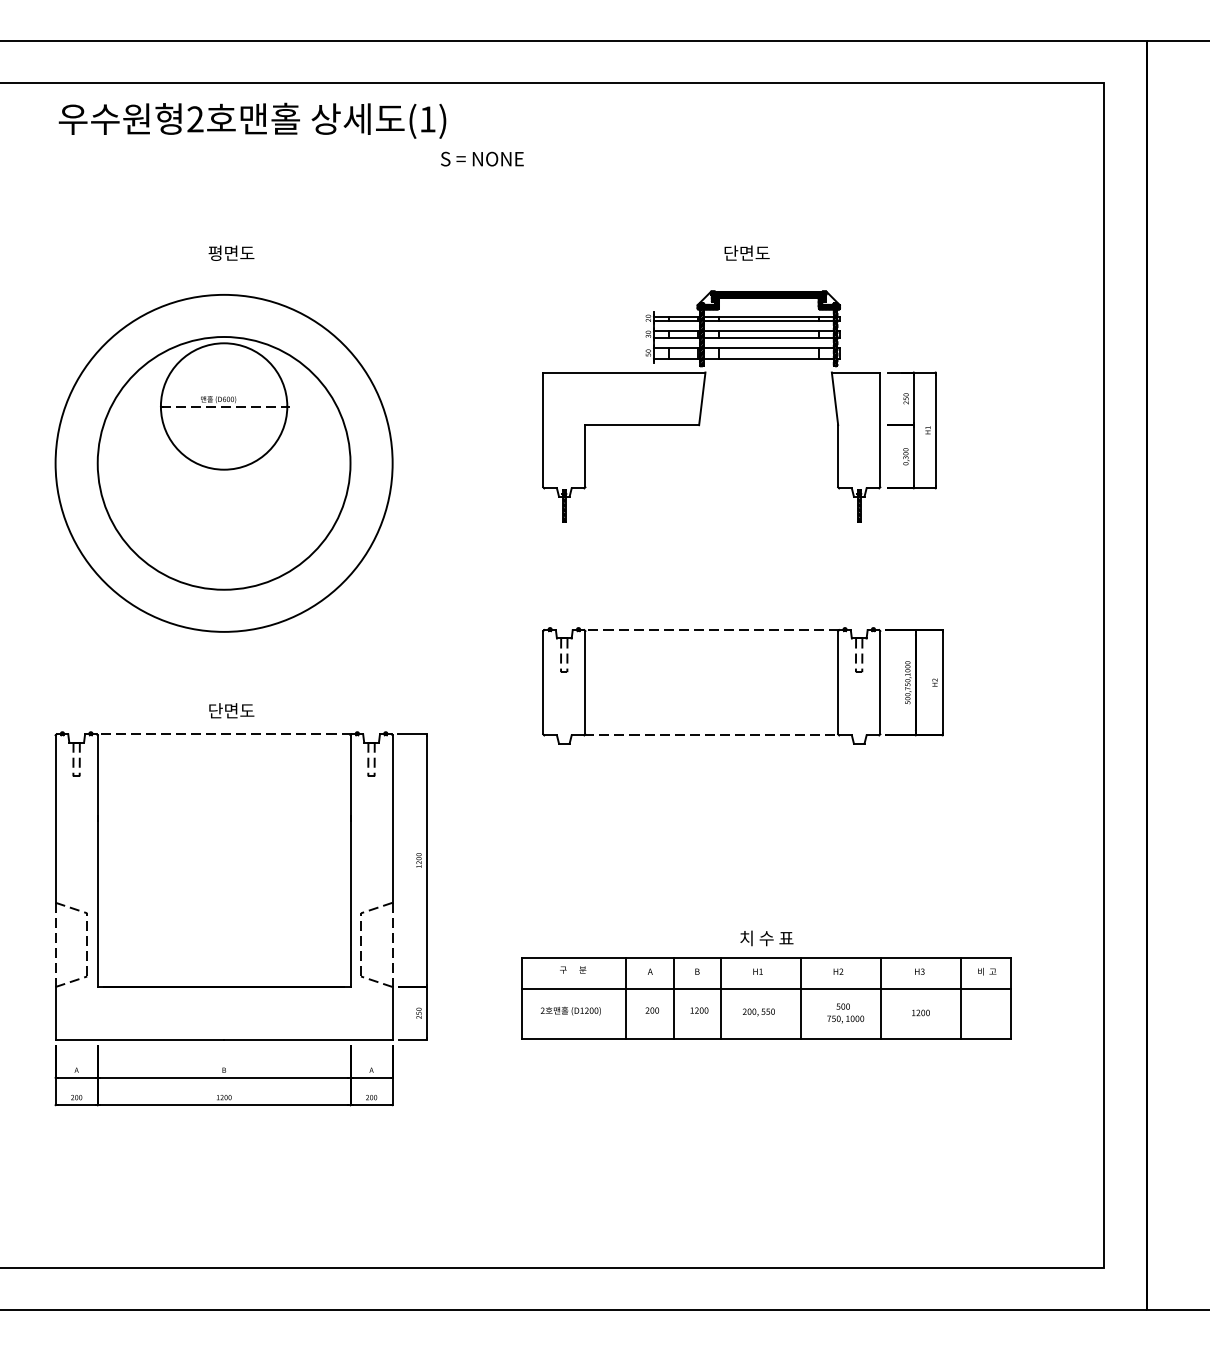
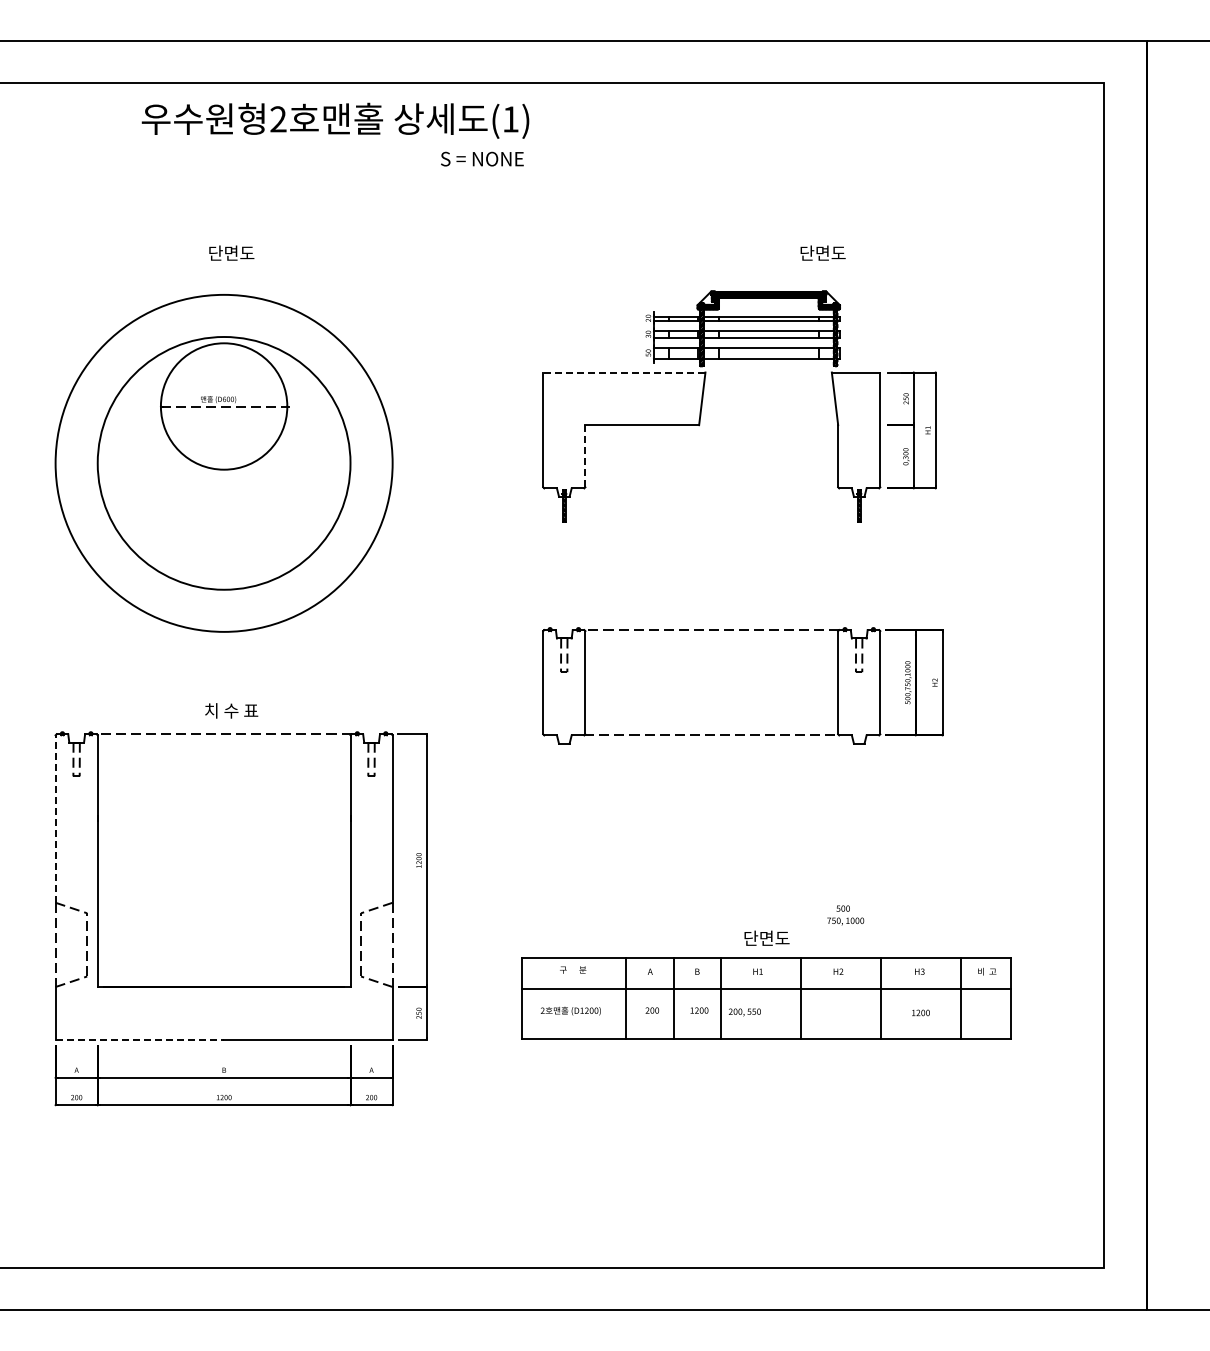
text at (252, 120) position: (252, 120) -> (335, 120)
text at (215, 252): 평면도 -> 단면도
text at (746, 252) position: (746, 252) -> (822, 252)
line at (623, 372): solid -> dashed
line at (585, 455): solid -> dashed
text at (231, 710): 단면도 -> 치 수 표
line at (55, 819): solid -> dashed
text at (766, 938): 치 수 표 -> 단면도
text at (758, 1012) position: (758, 1012) -> (744, 1012)
text at (845, 1013) position: (845, 1013) -> (845, 915)
line at (140, 1039): solid -> dashed
